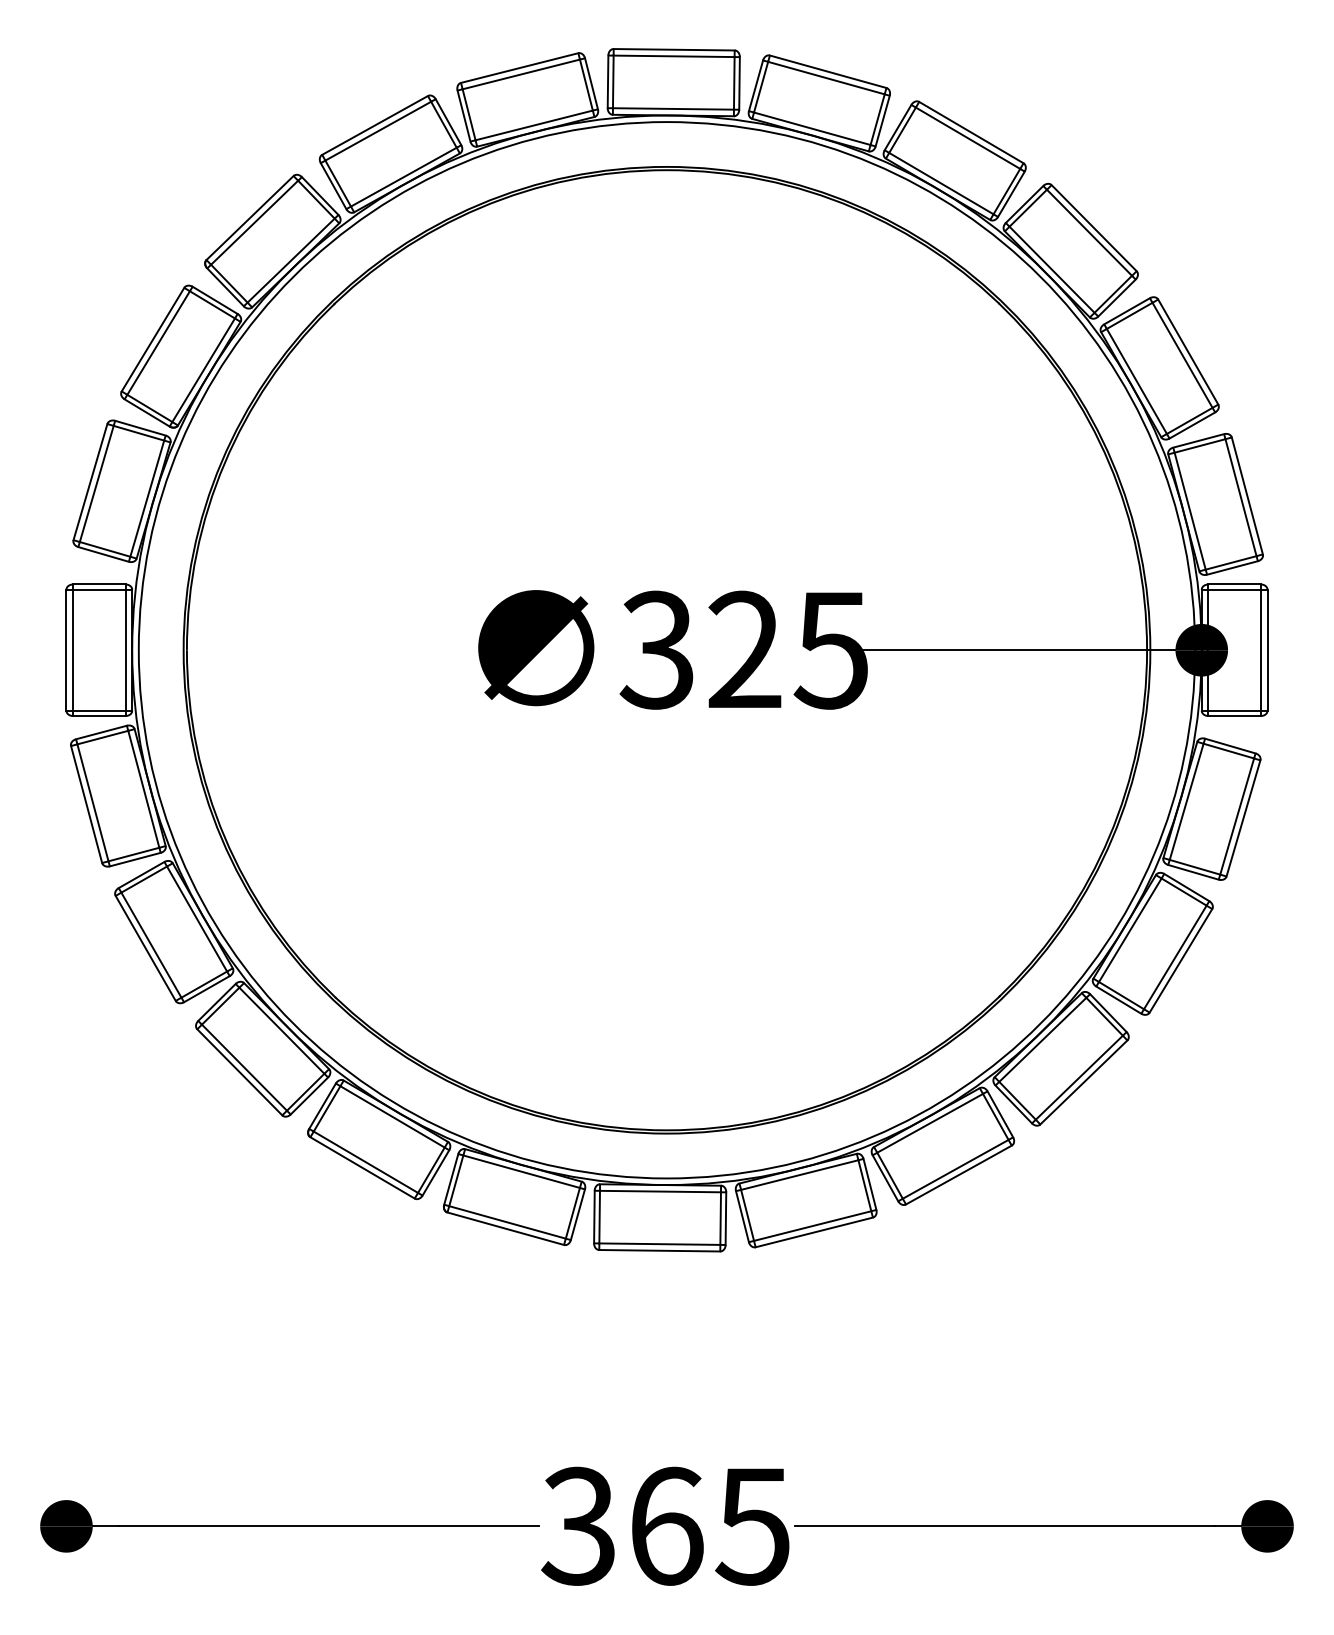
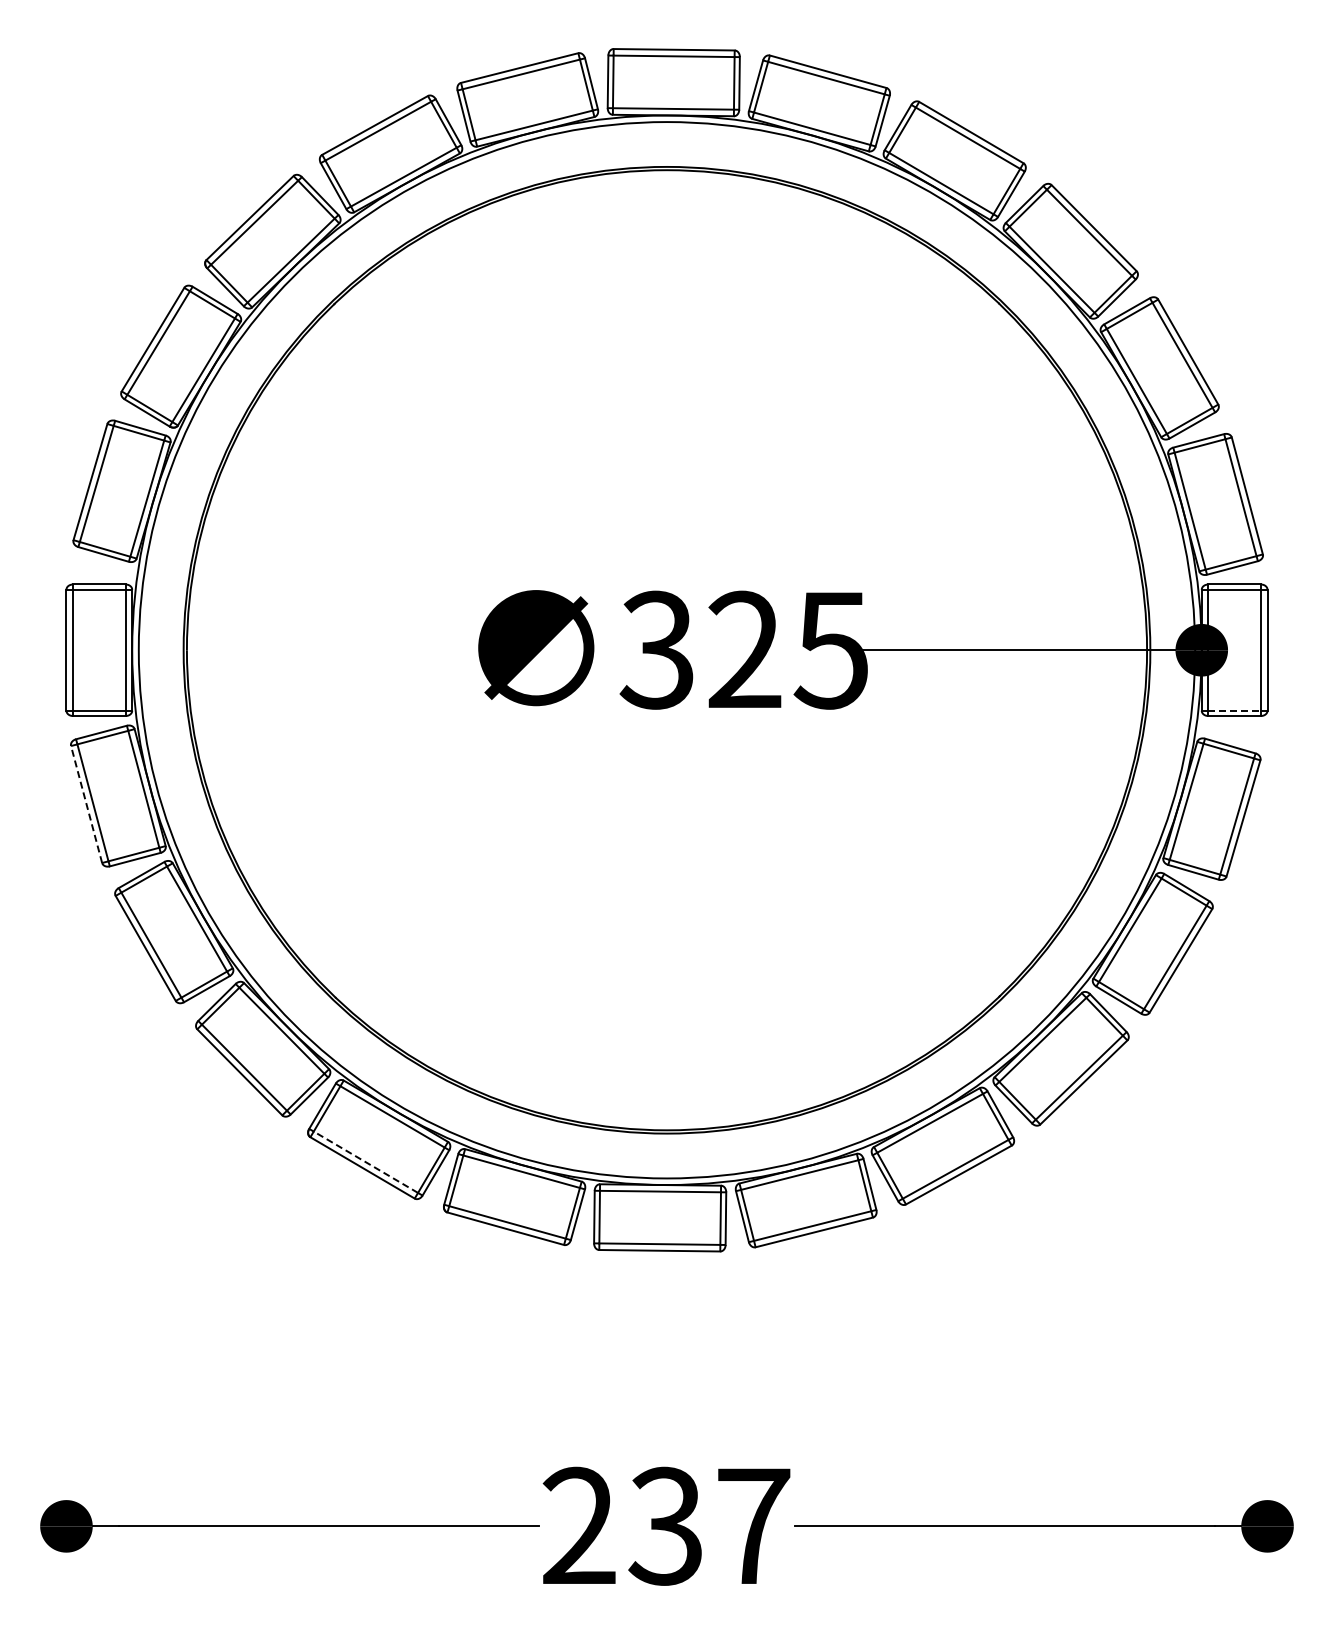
line at (1235, 710): solid -> dashed
line at (86, 804): solid -> dashed
line at (365, 1162): solid -> dashed
text at (665, 1525): 365 -> 237
